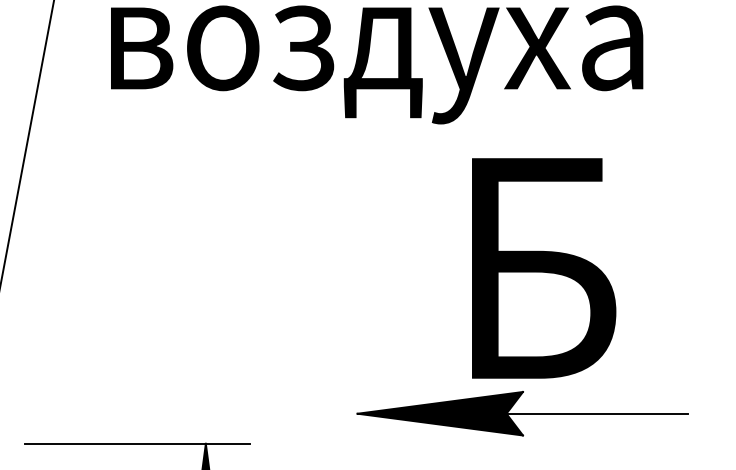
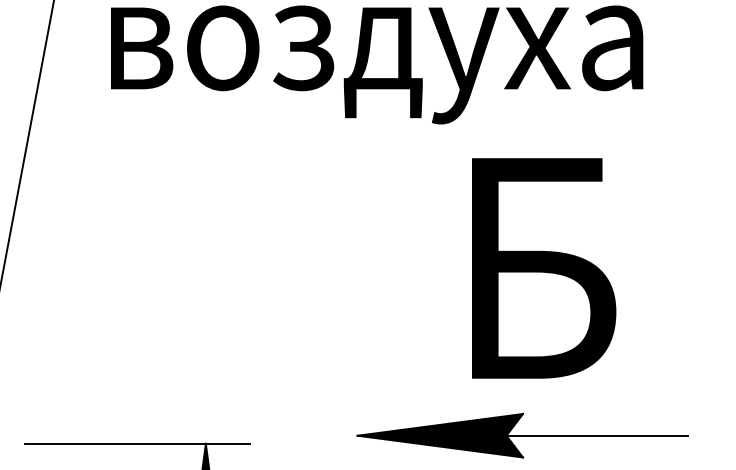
part at (522, 413) position: (522, 413) -> (522, 435)
